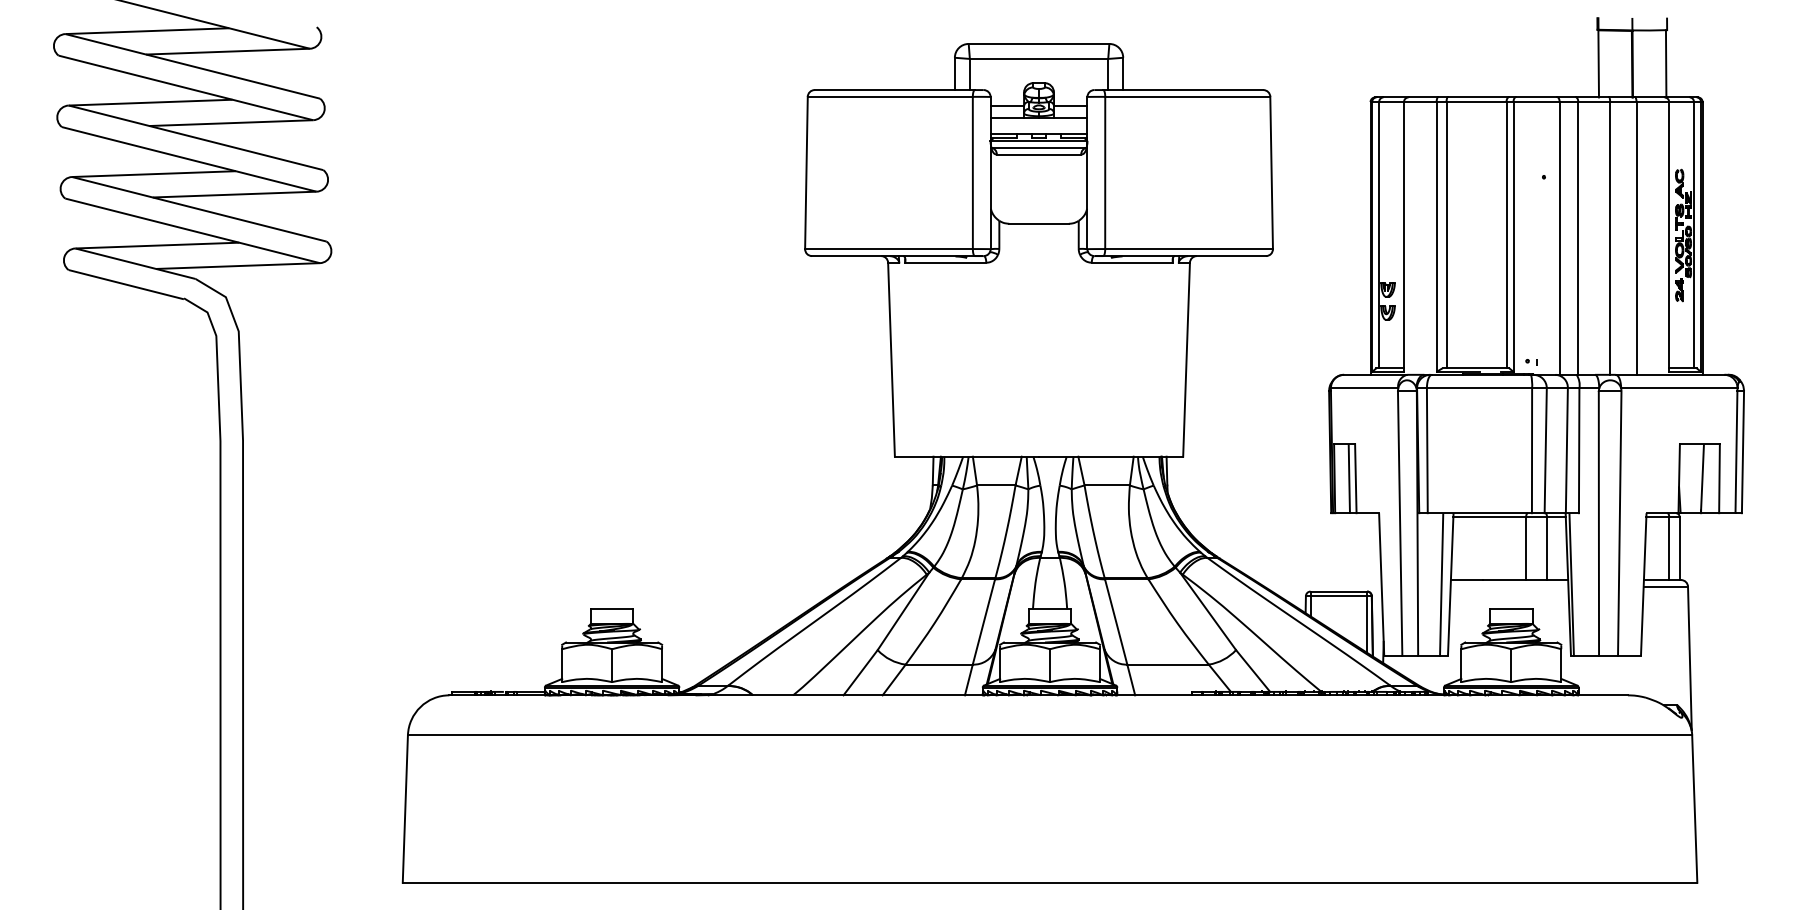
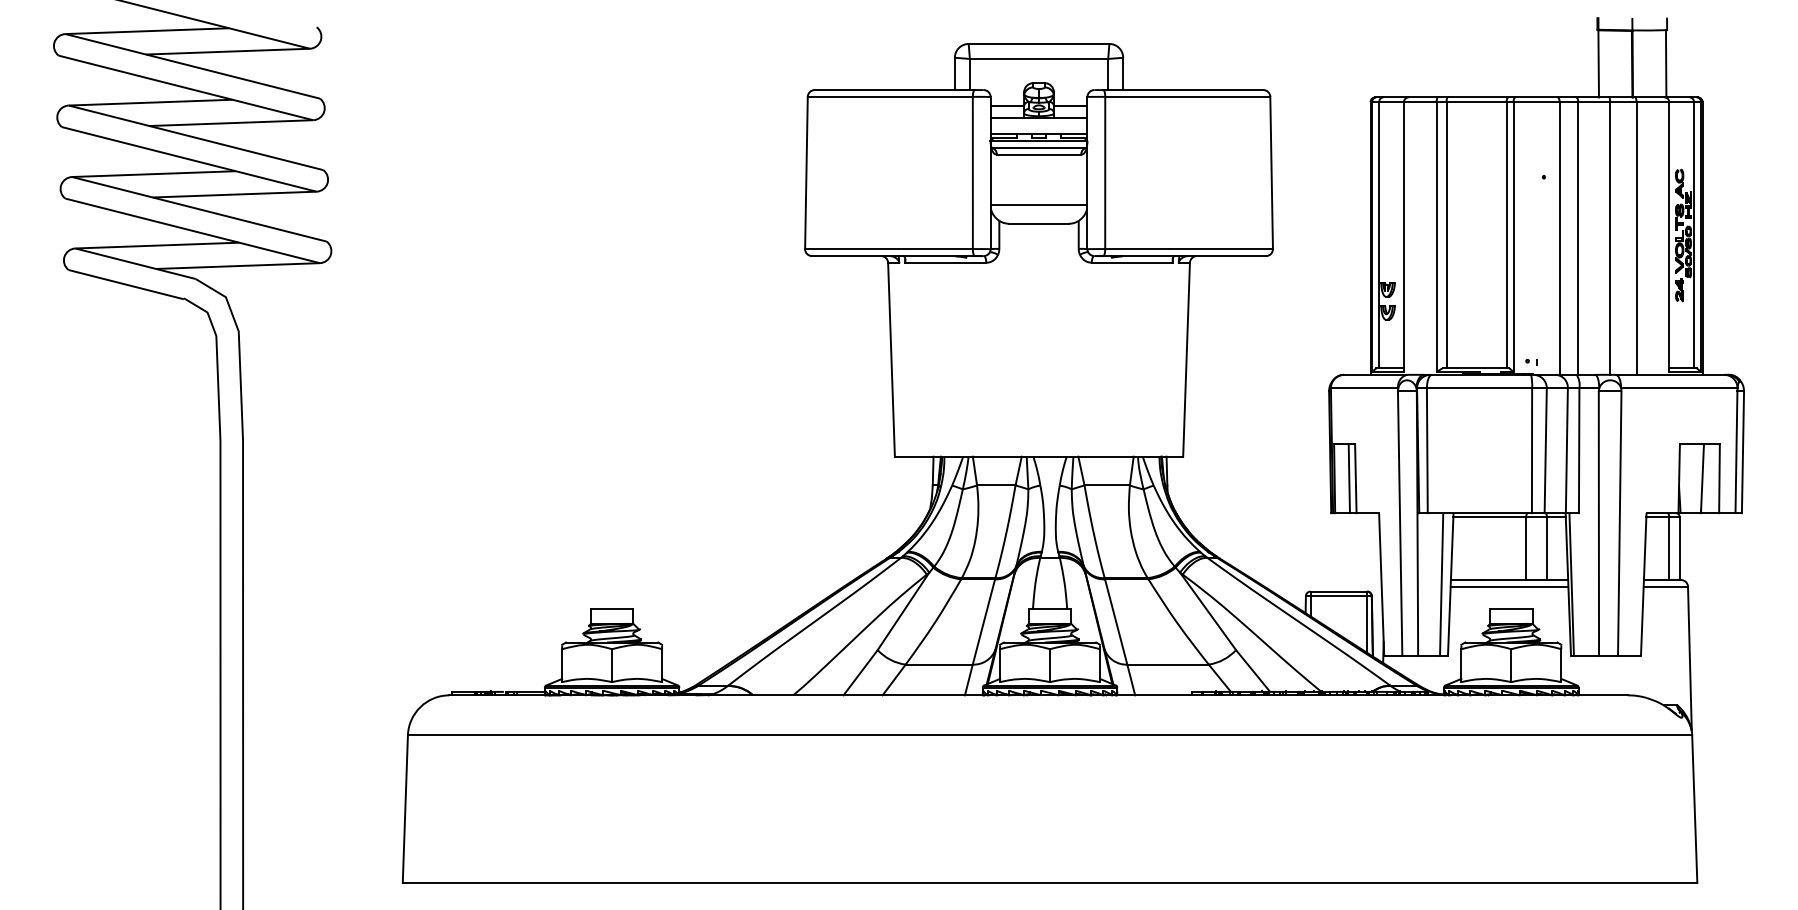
line at (1038, 205): none -> present
line at (1509, 586): none -> present
